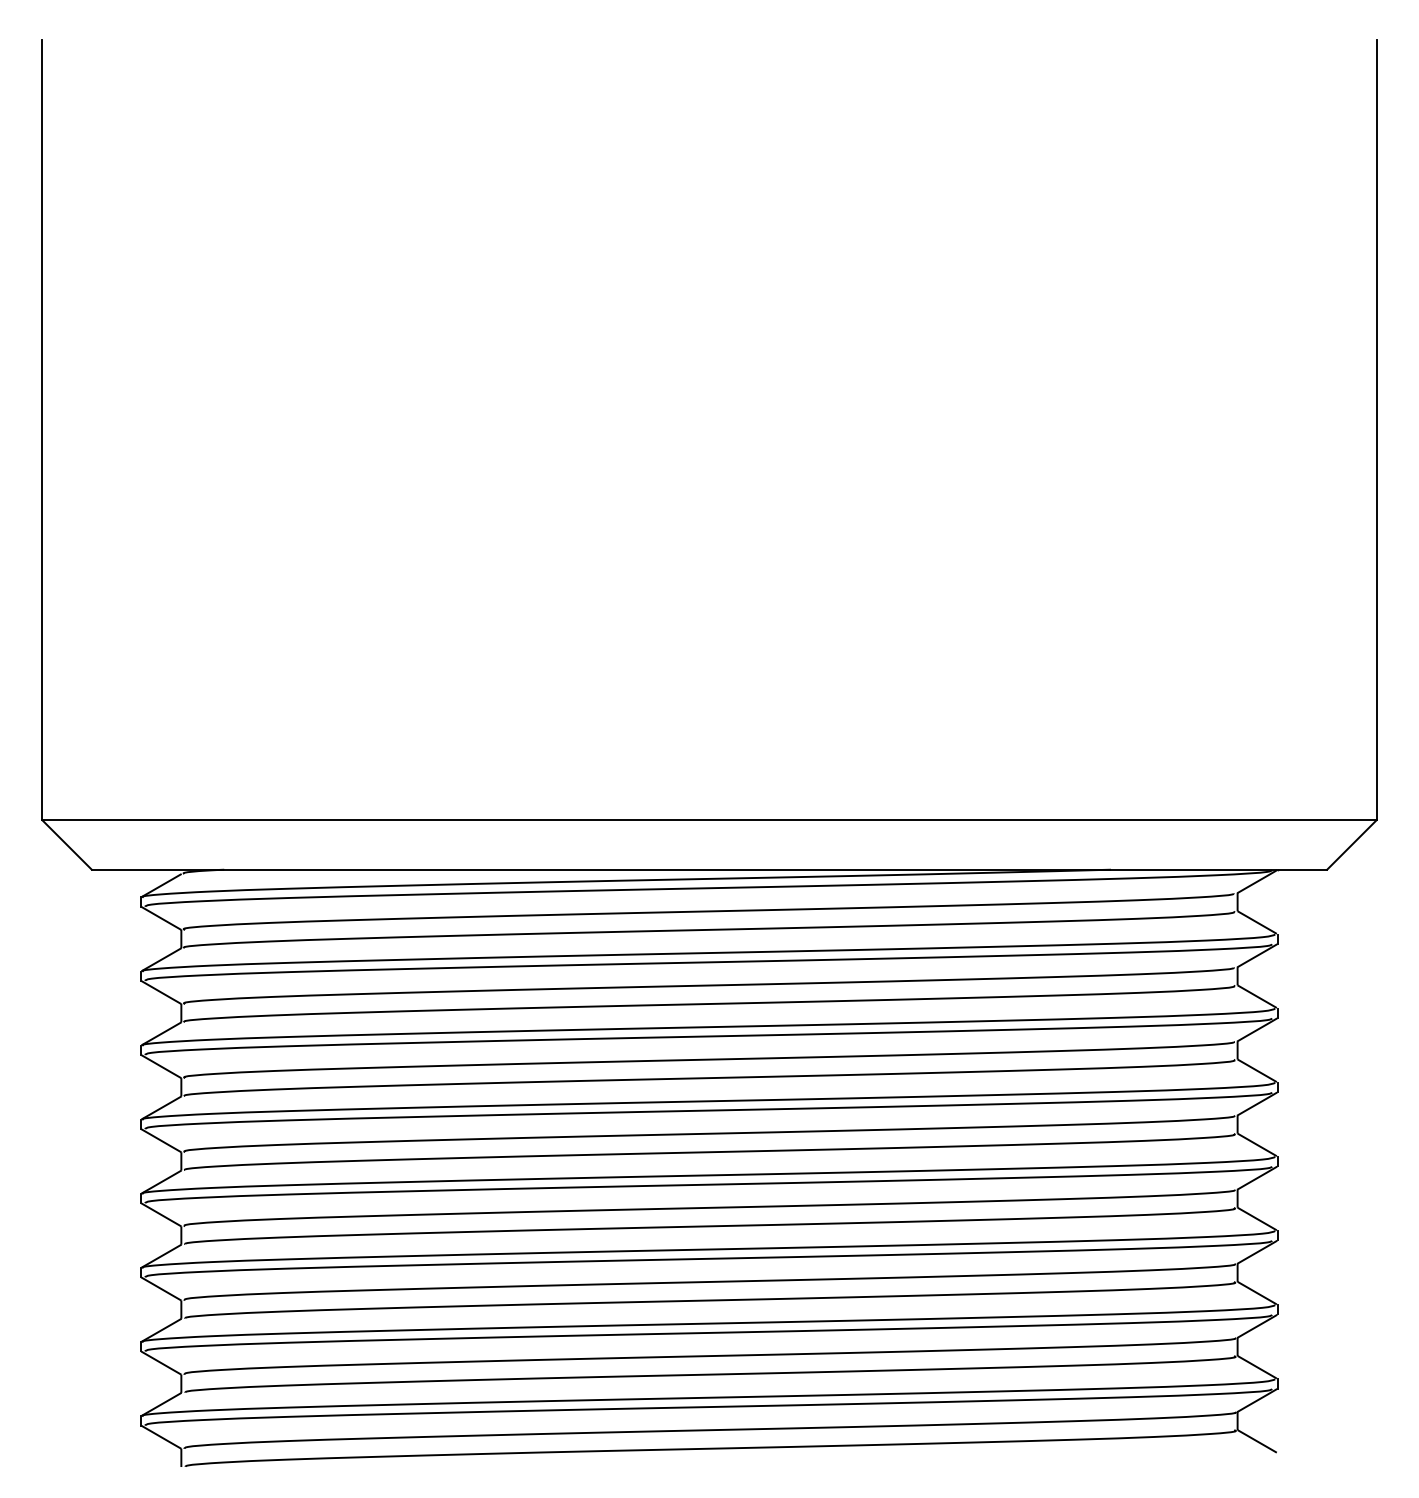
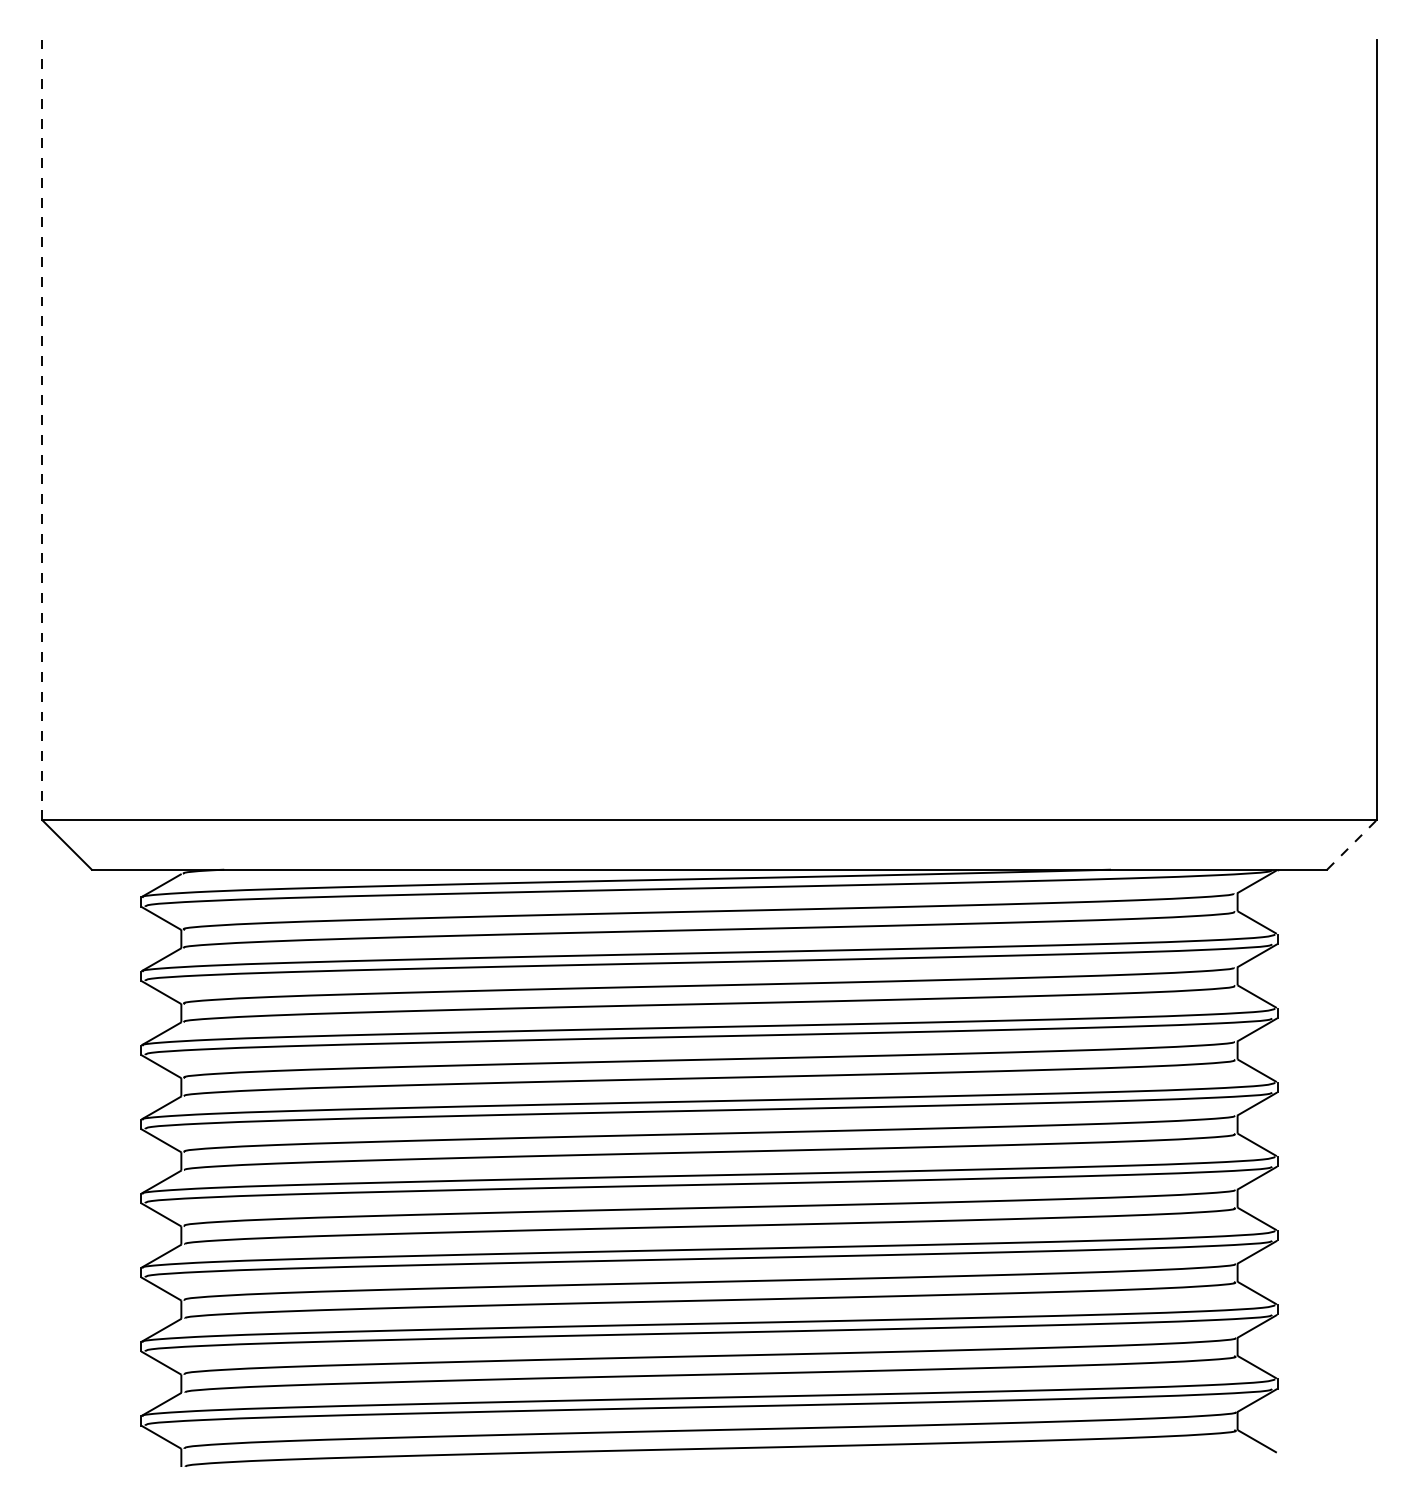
line at (42, 430): solid -> dashed
line at (1351, 845): solid -> dashed
